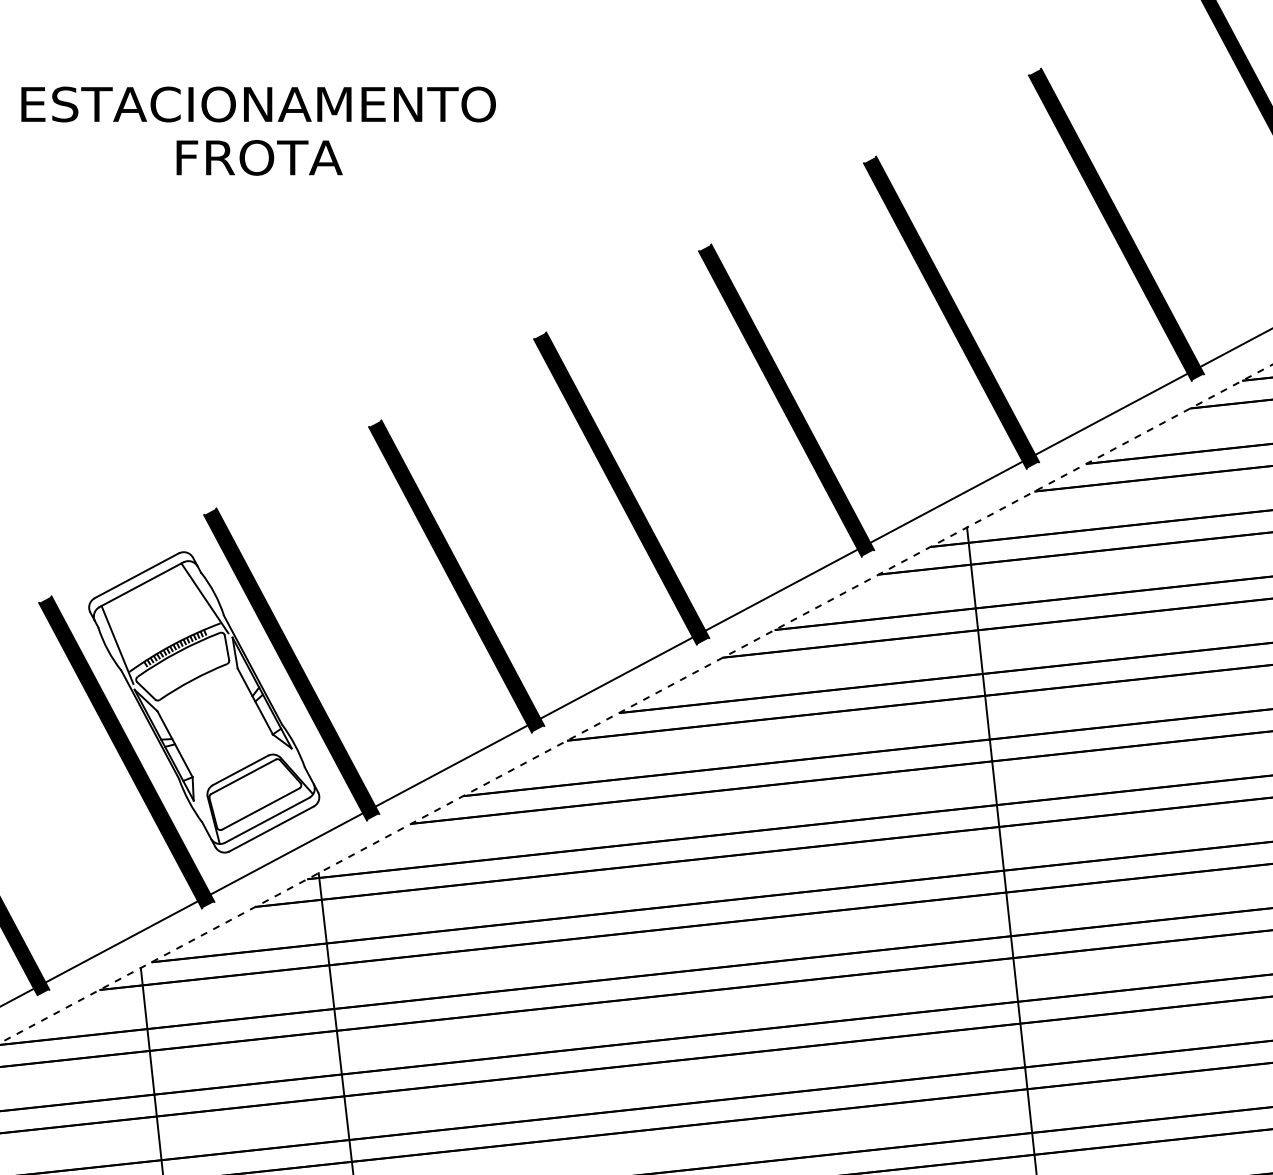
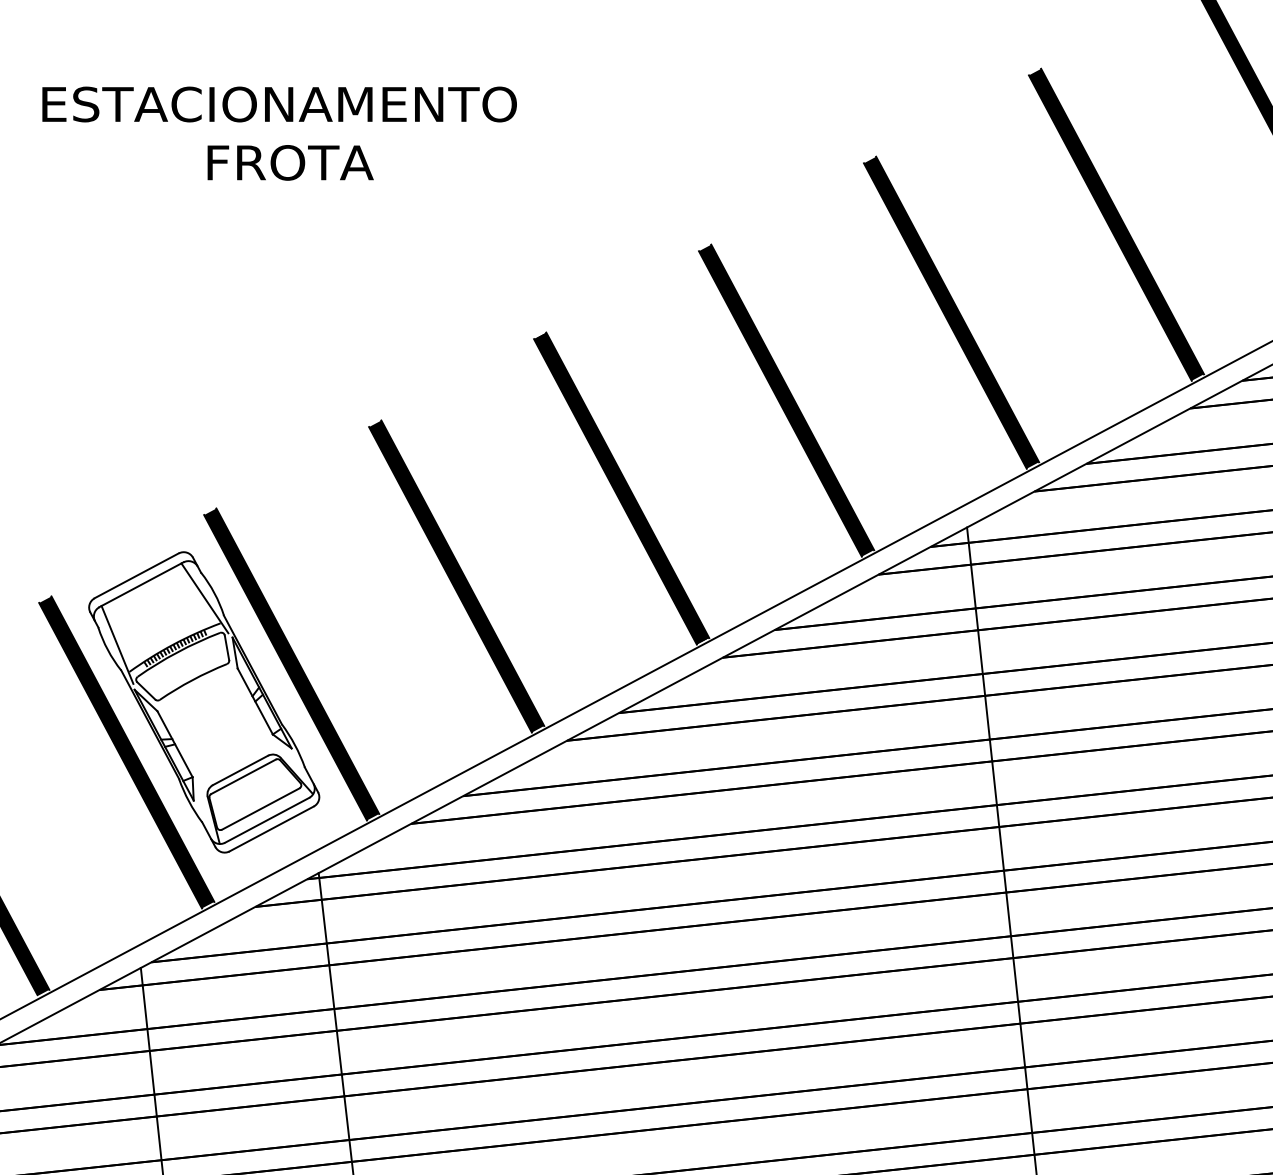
text at (258, 104) position: (258, 104) -> (279, 104)
text at (259, 157) position: (259, 157) -> (290, 162)
line at (635, 667) position: (635, 667) -> (635, 680)
line at (636, 703): dashed -> solid
